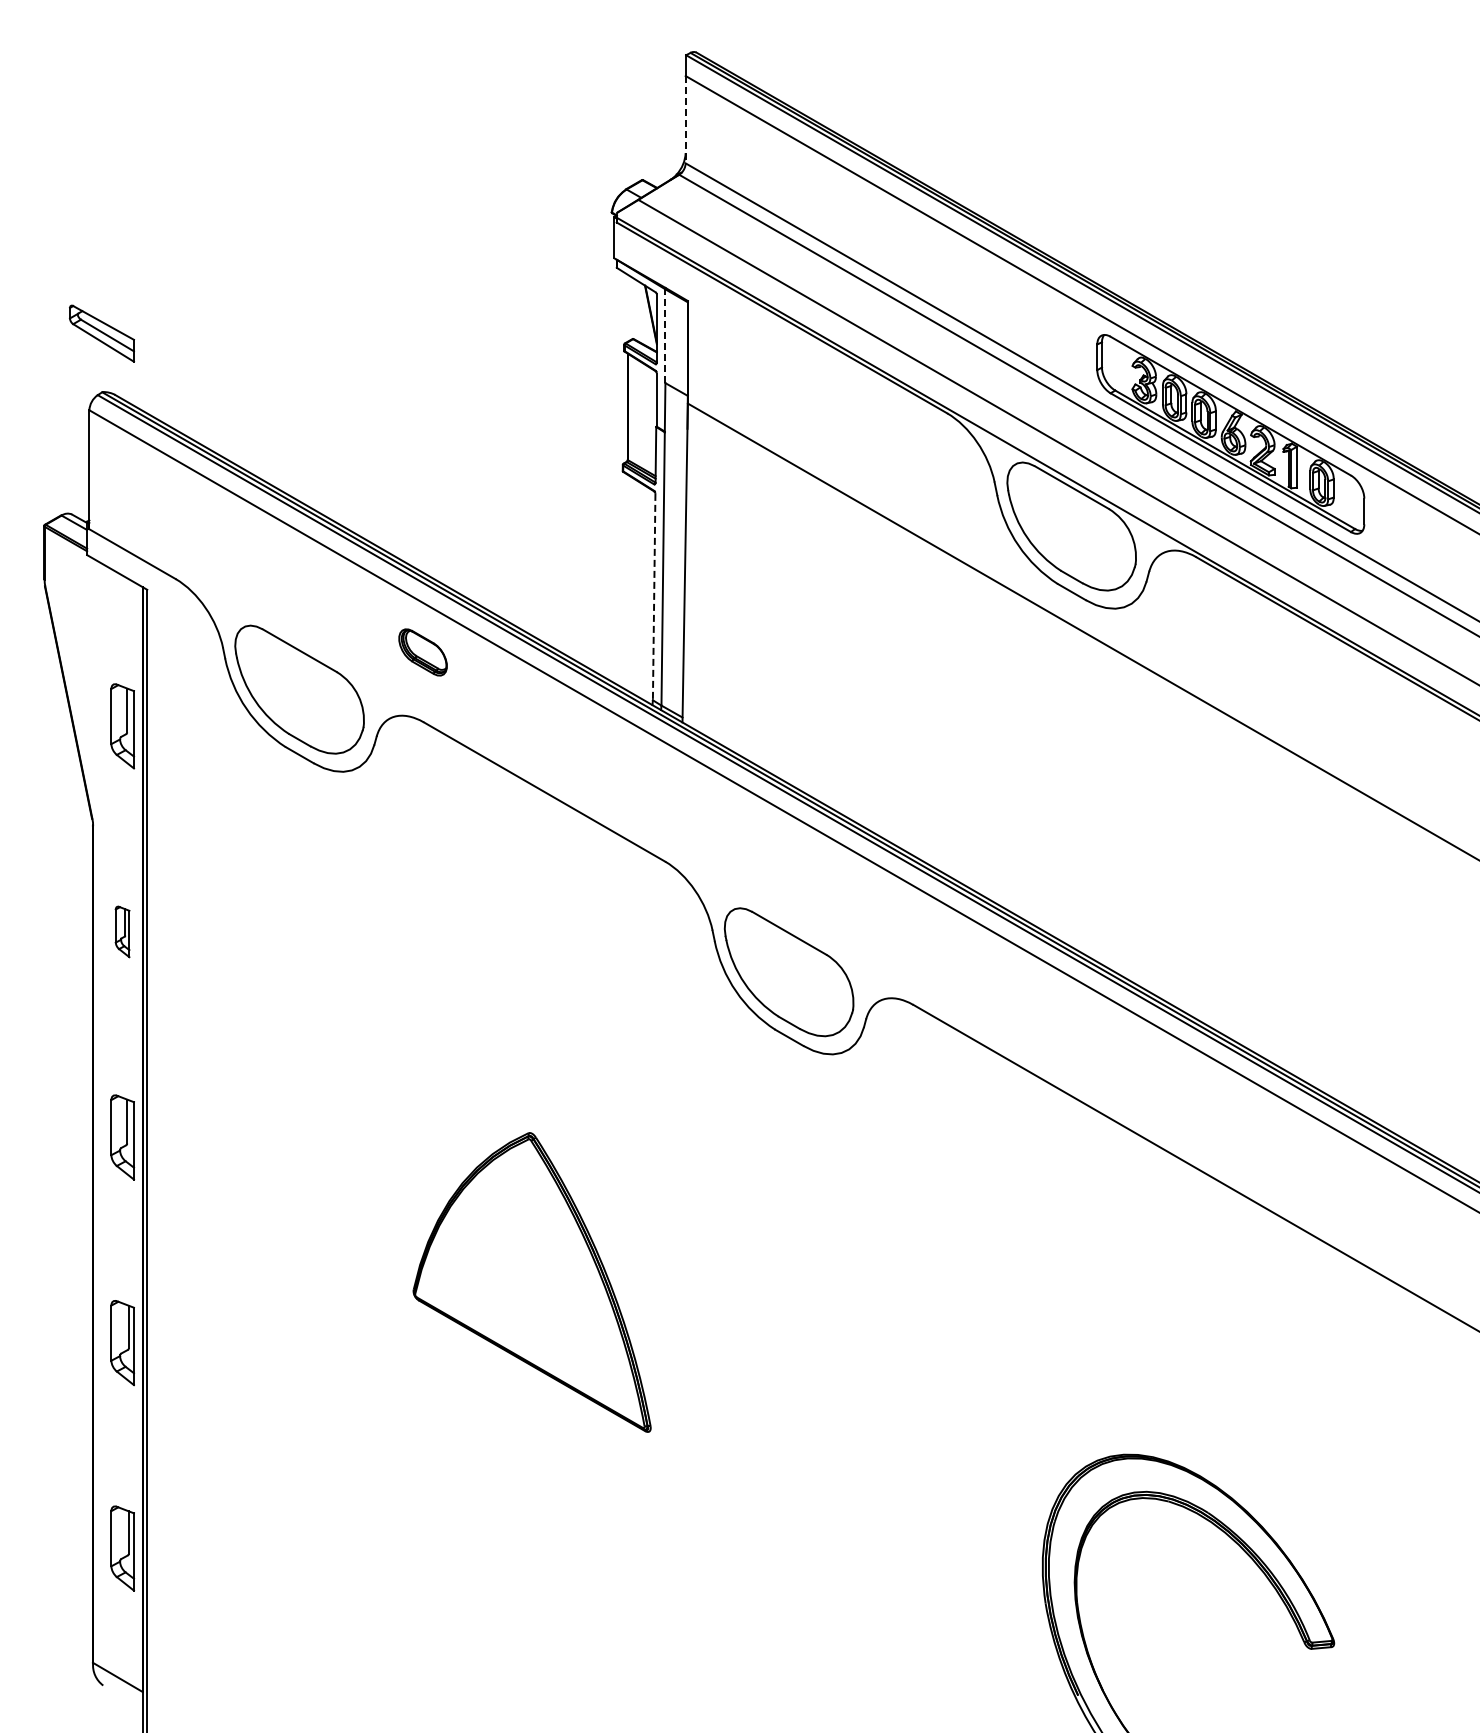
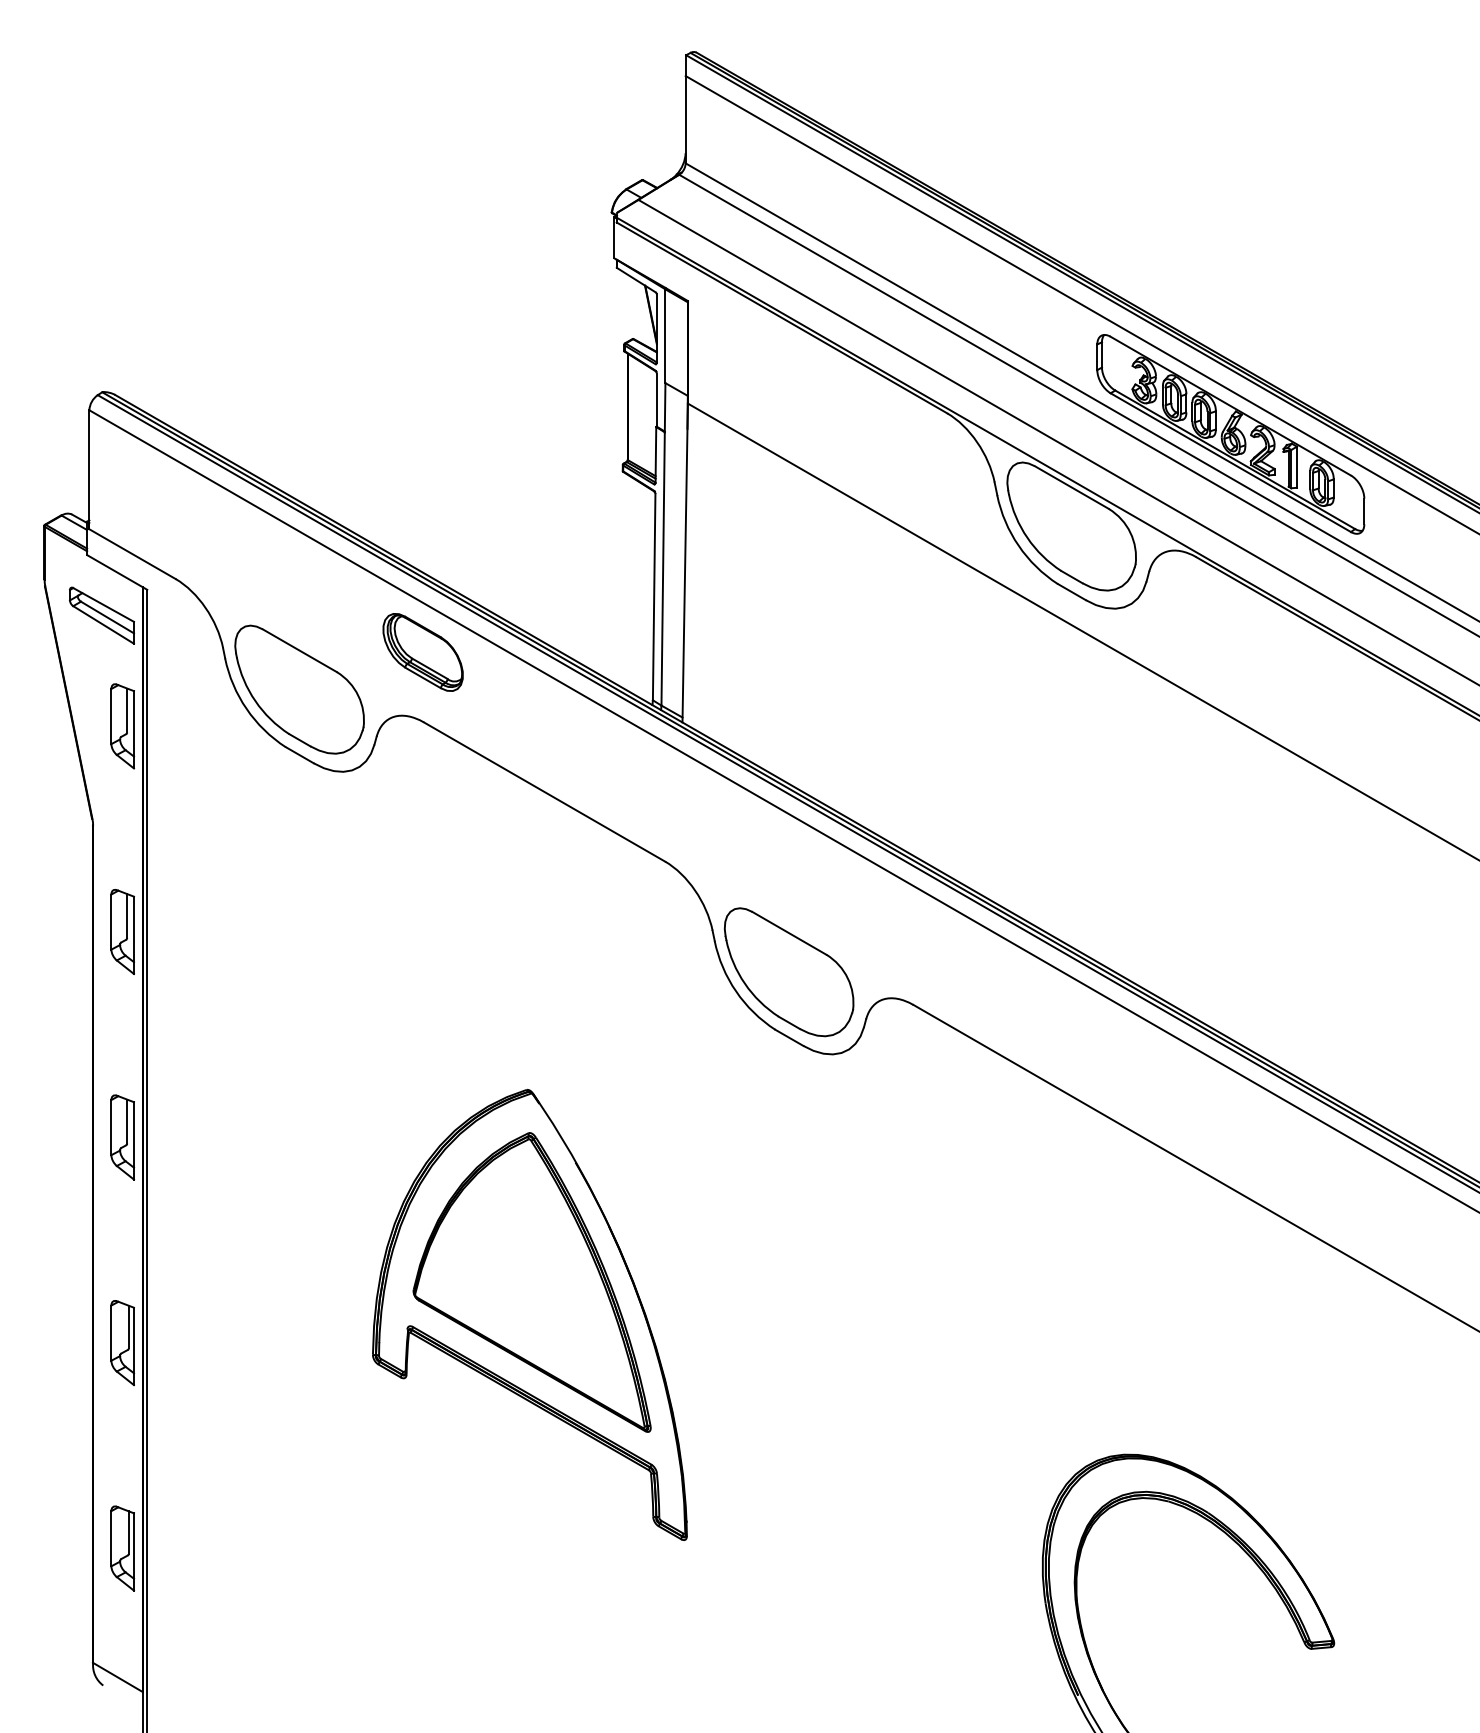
line at (685, 119): dashed -> solid
part at (101, 333) position: (101, 333) -> (101, 615)
line at (665, 336): dashed -> solid
line at (654, 597): dashed -> solid
part at (422, 652) size: 50x49 px -> 82x79 px
part at (122, 931) size: 17x54 px -> 25x86 px
part at (529, 1314): none -> present
